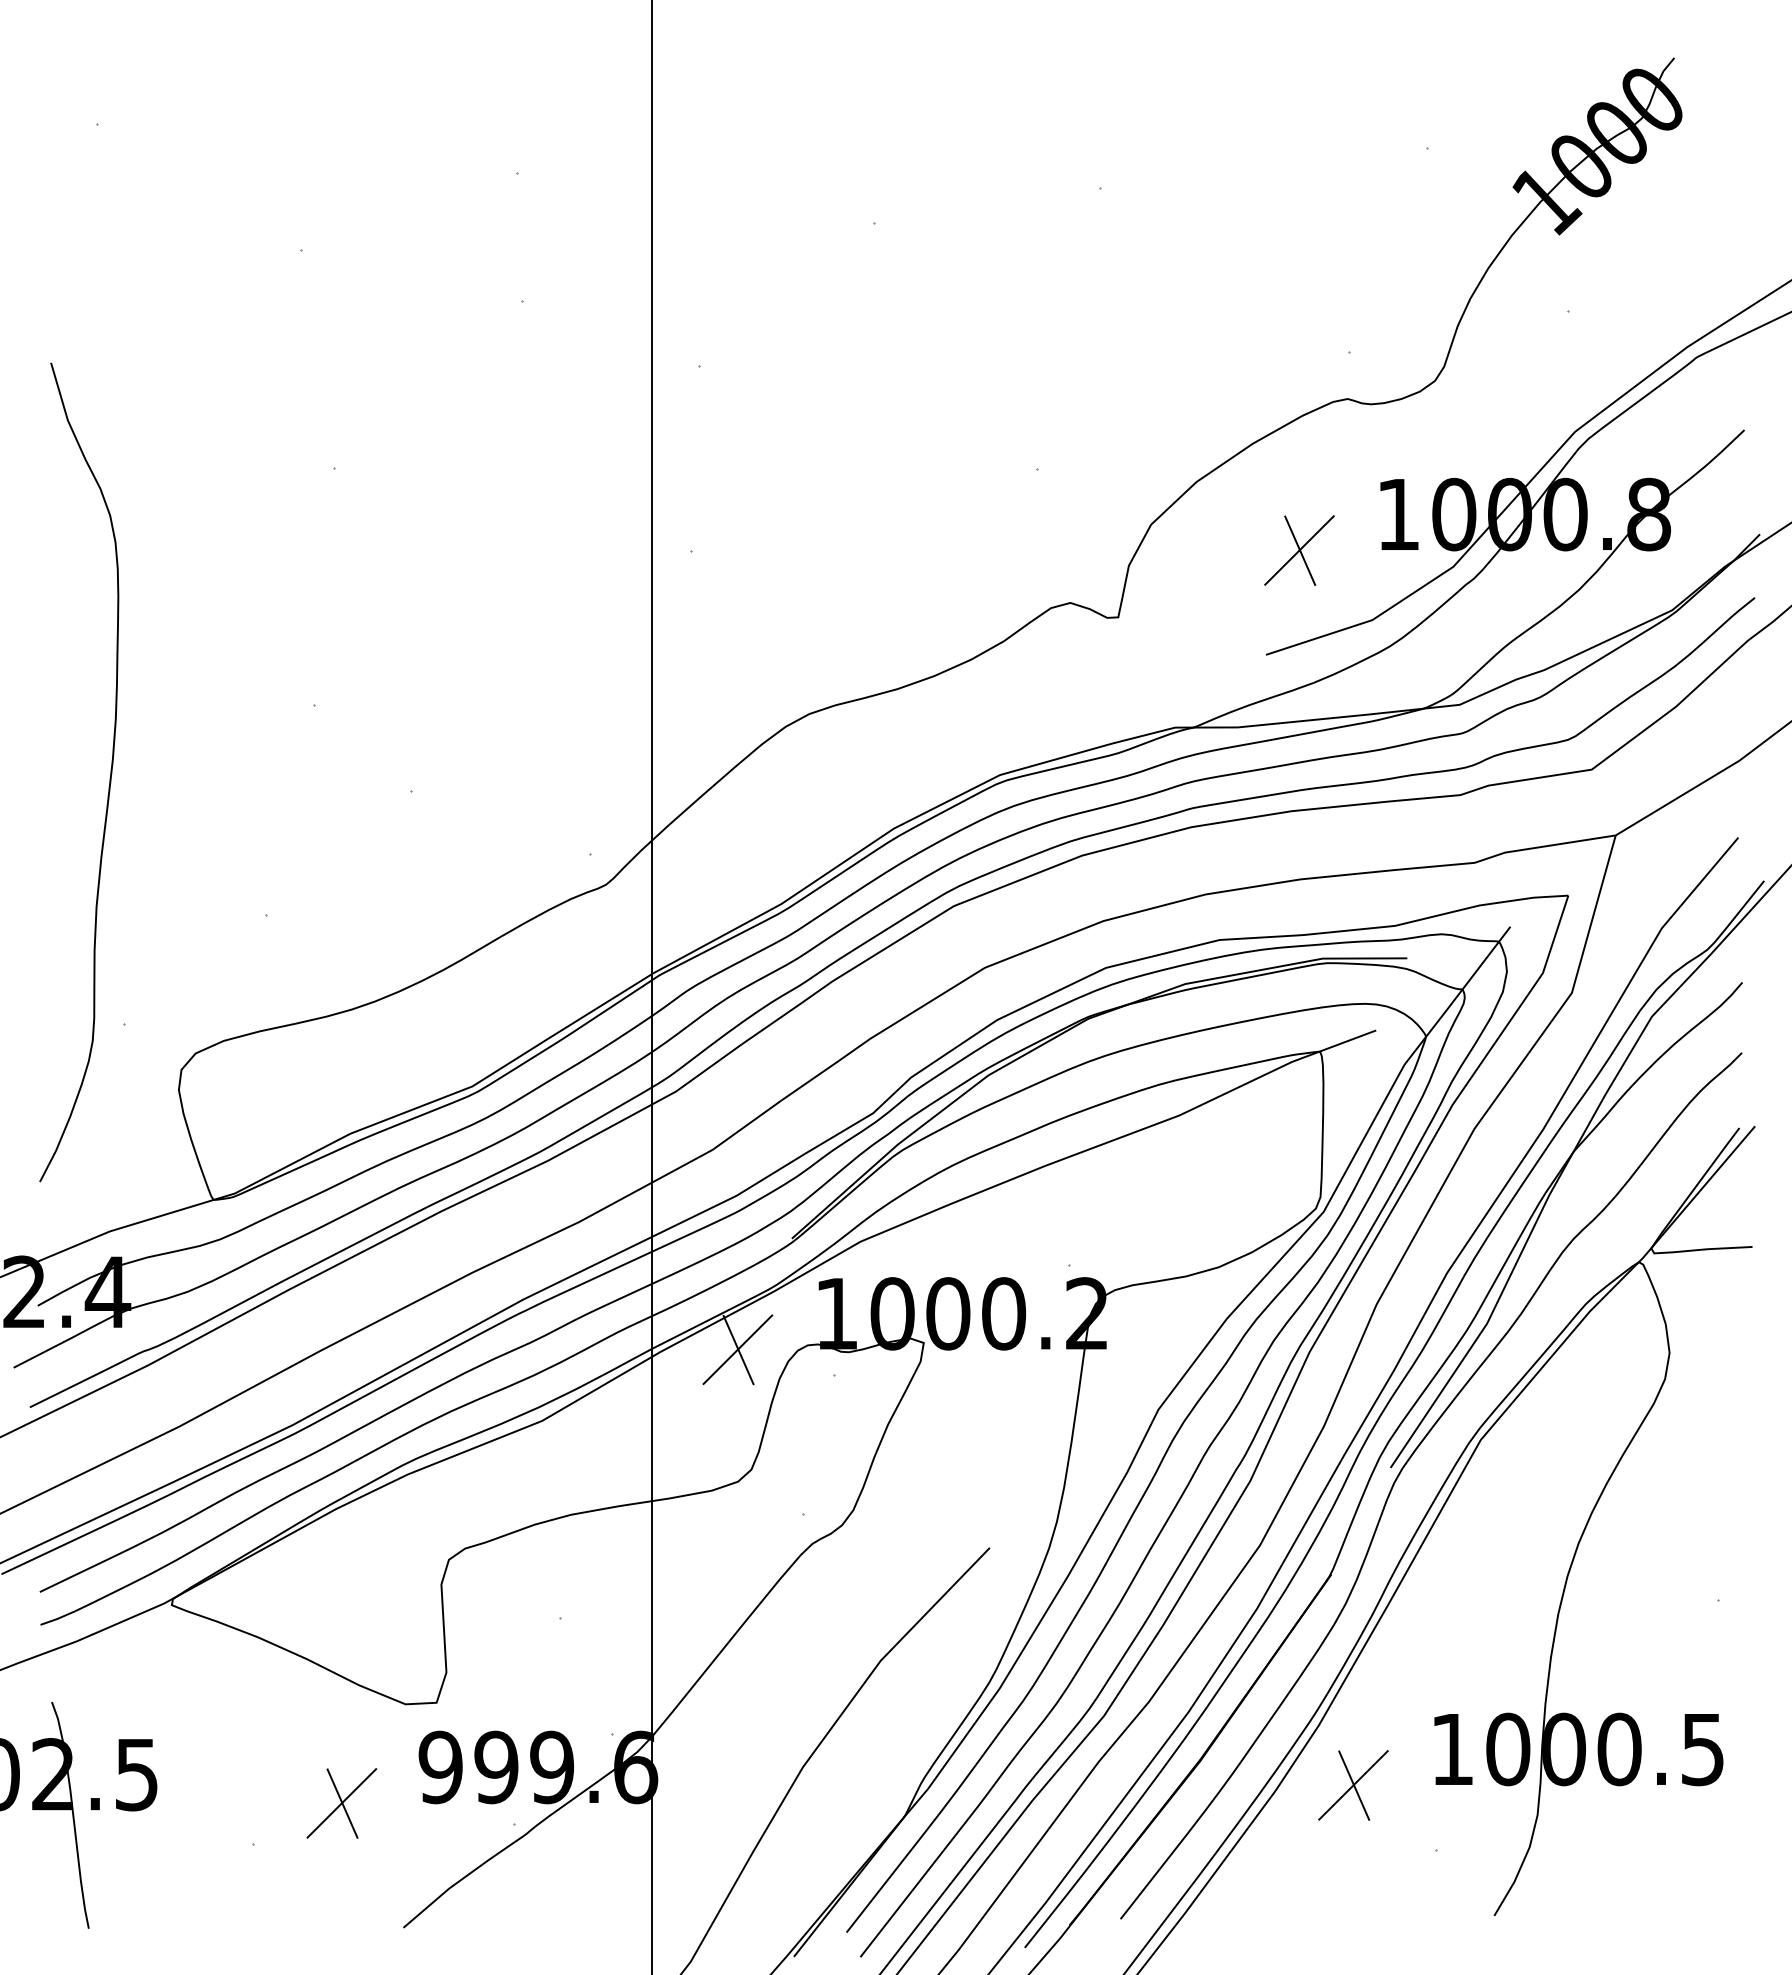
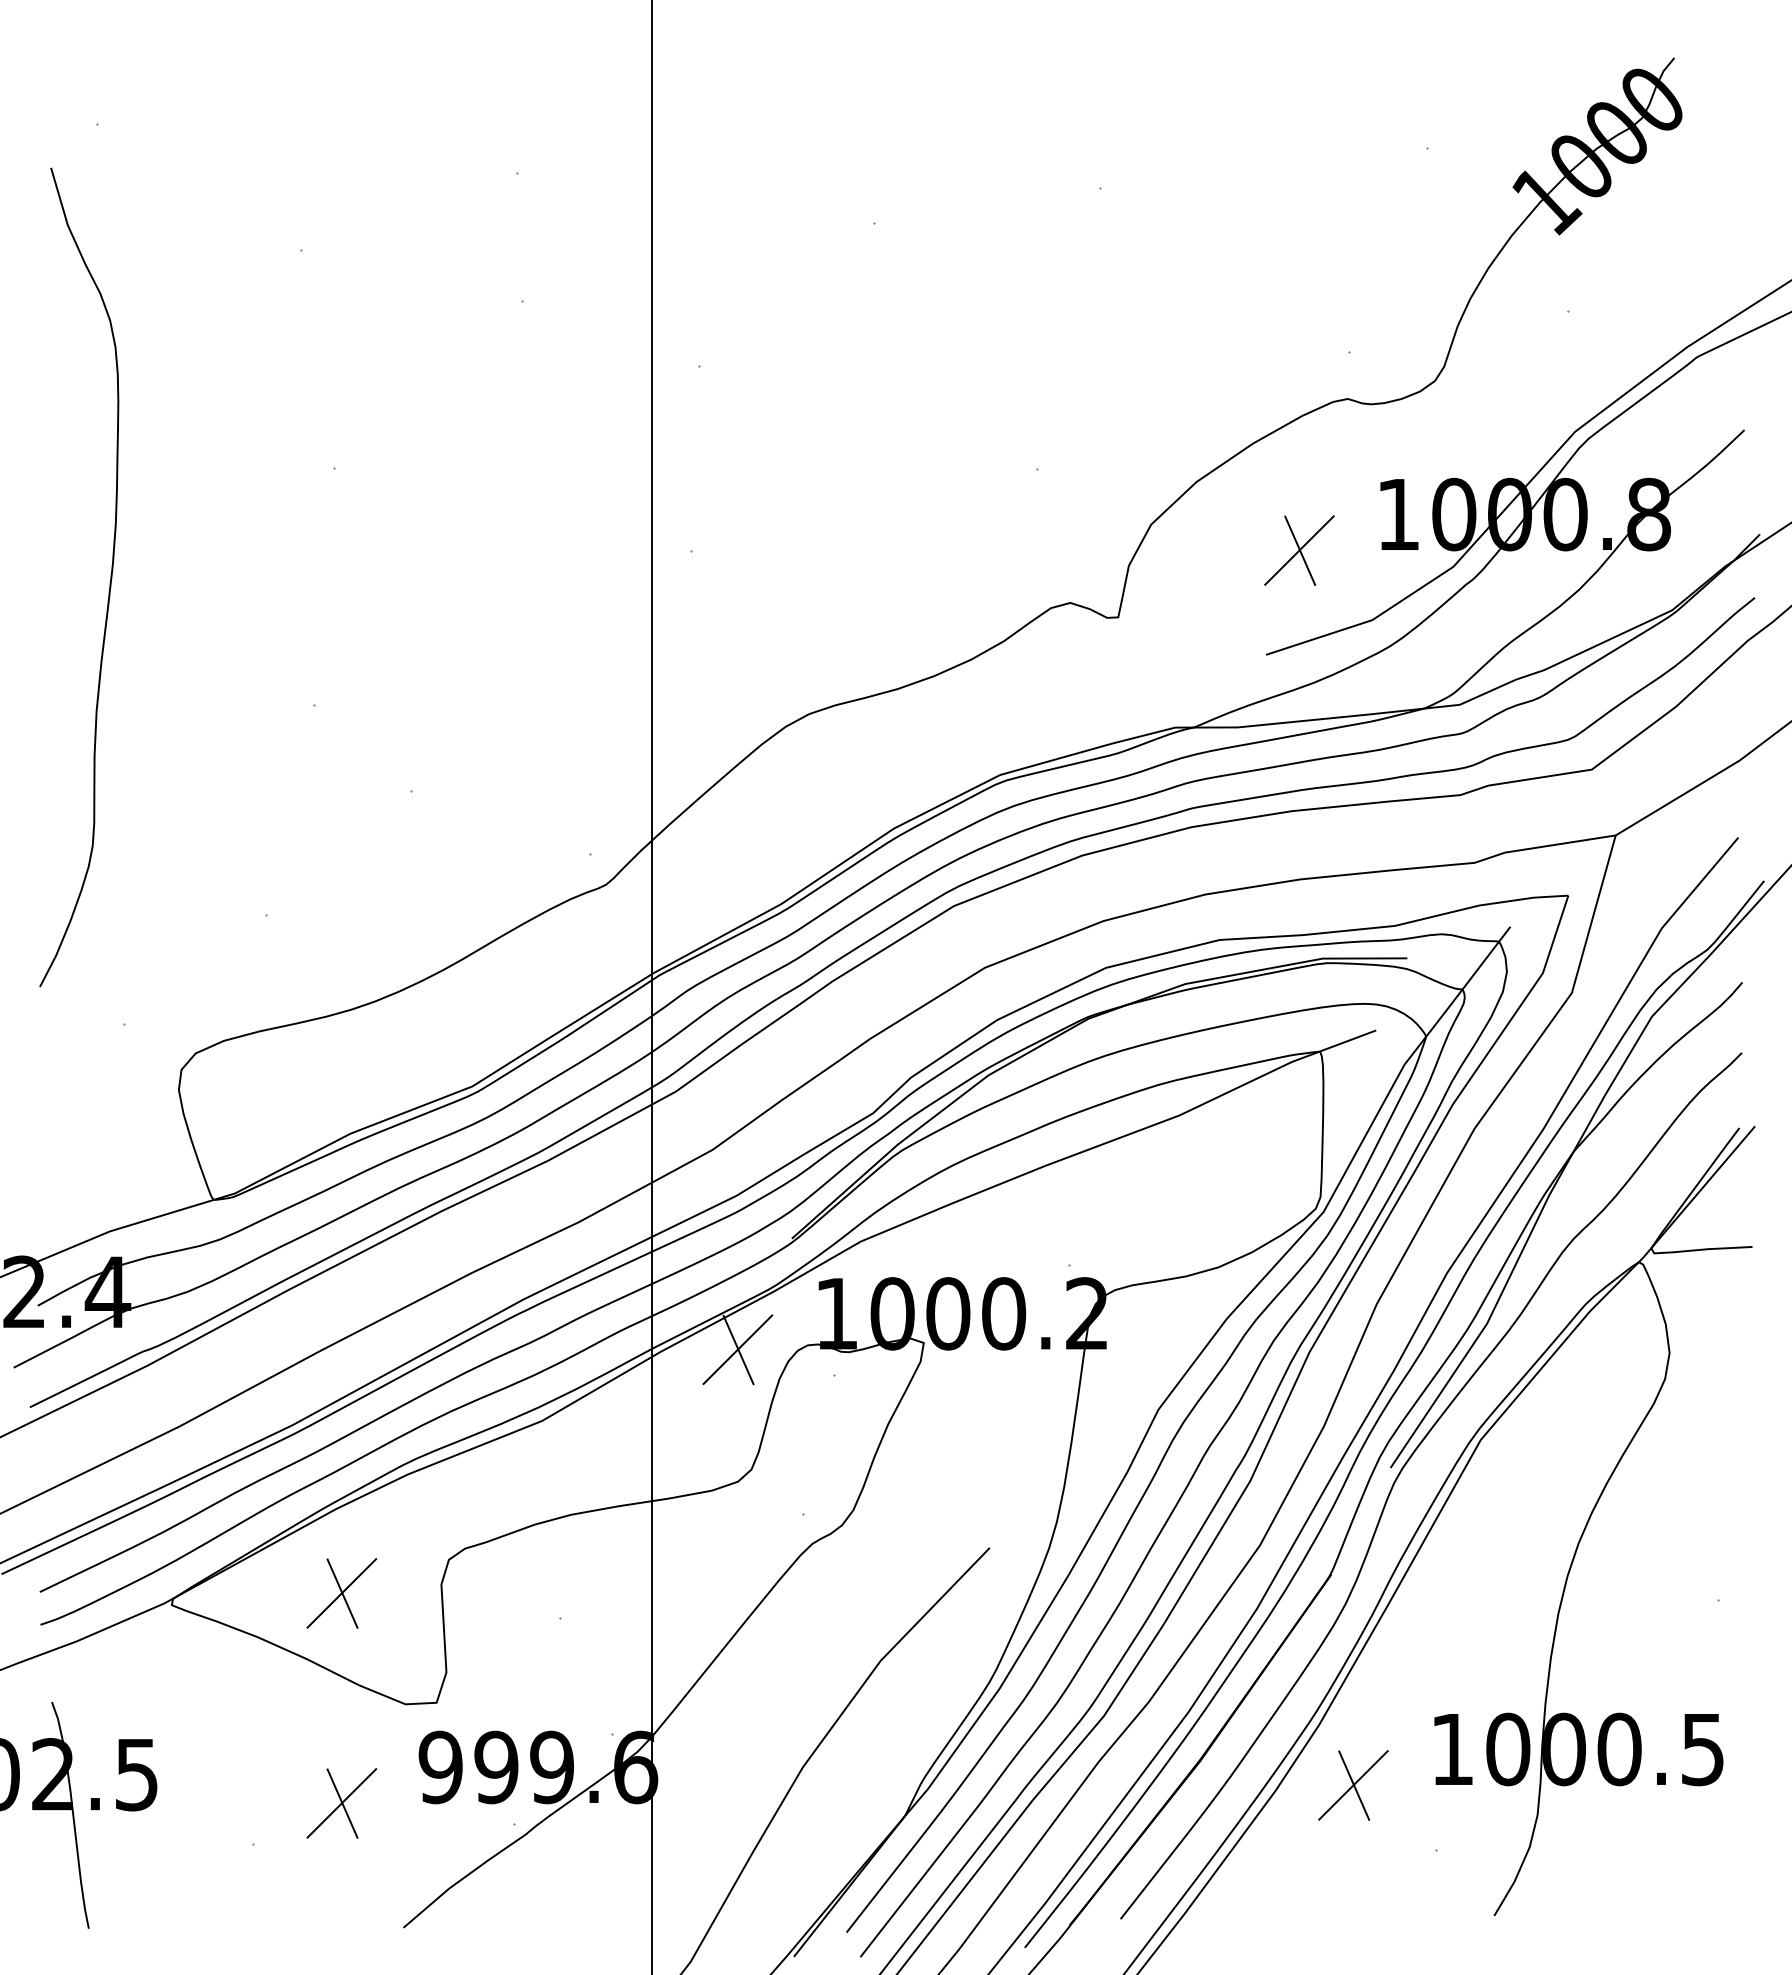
curve at (109, 777) position: (109, 777) -> (109, 582)
part at (341, 1593): none -> present
